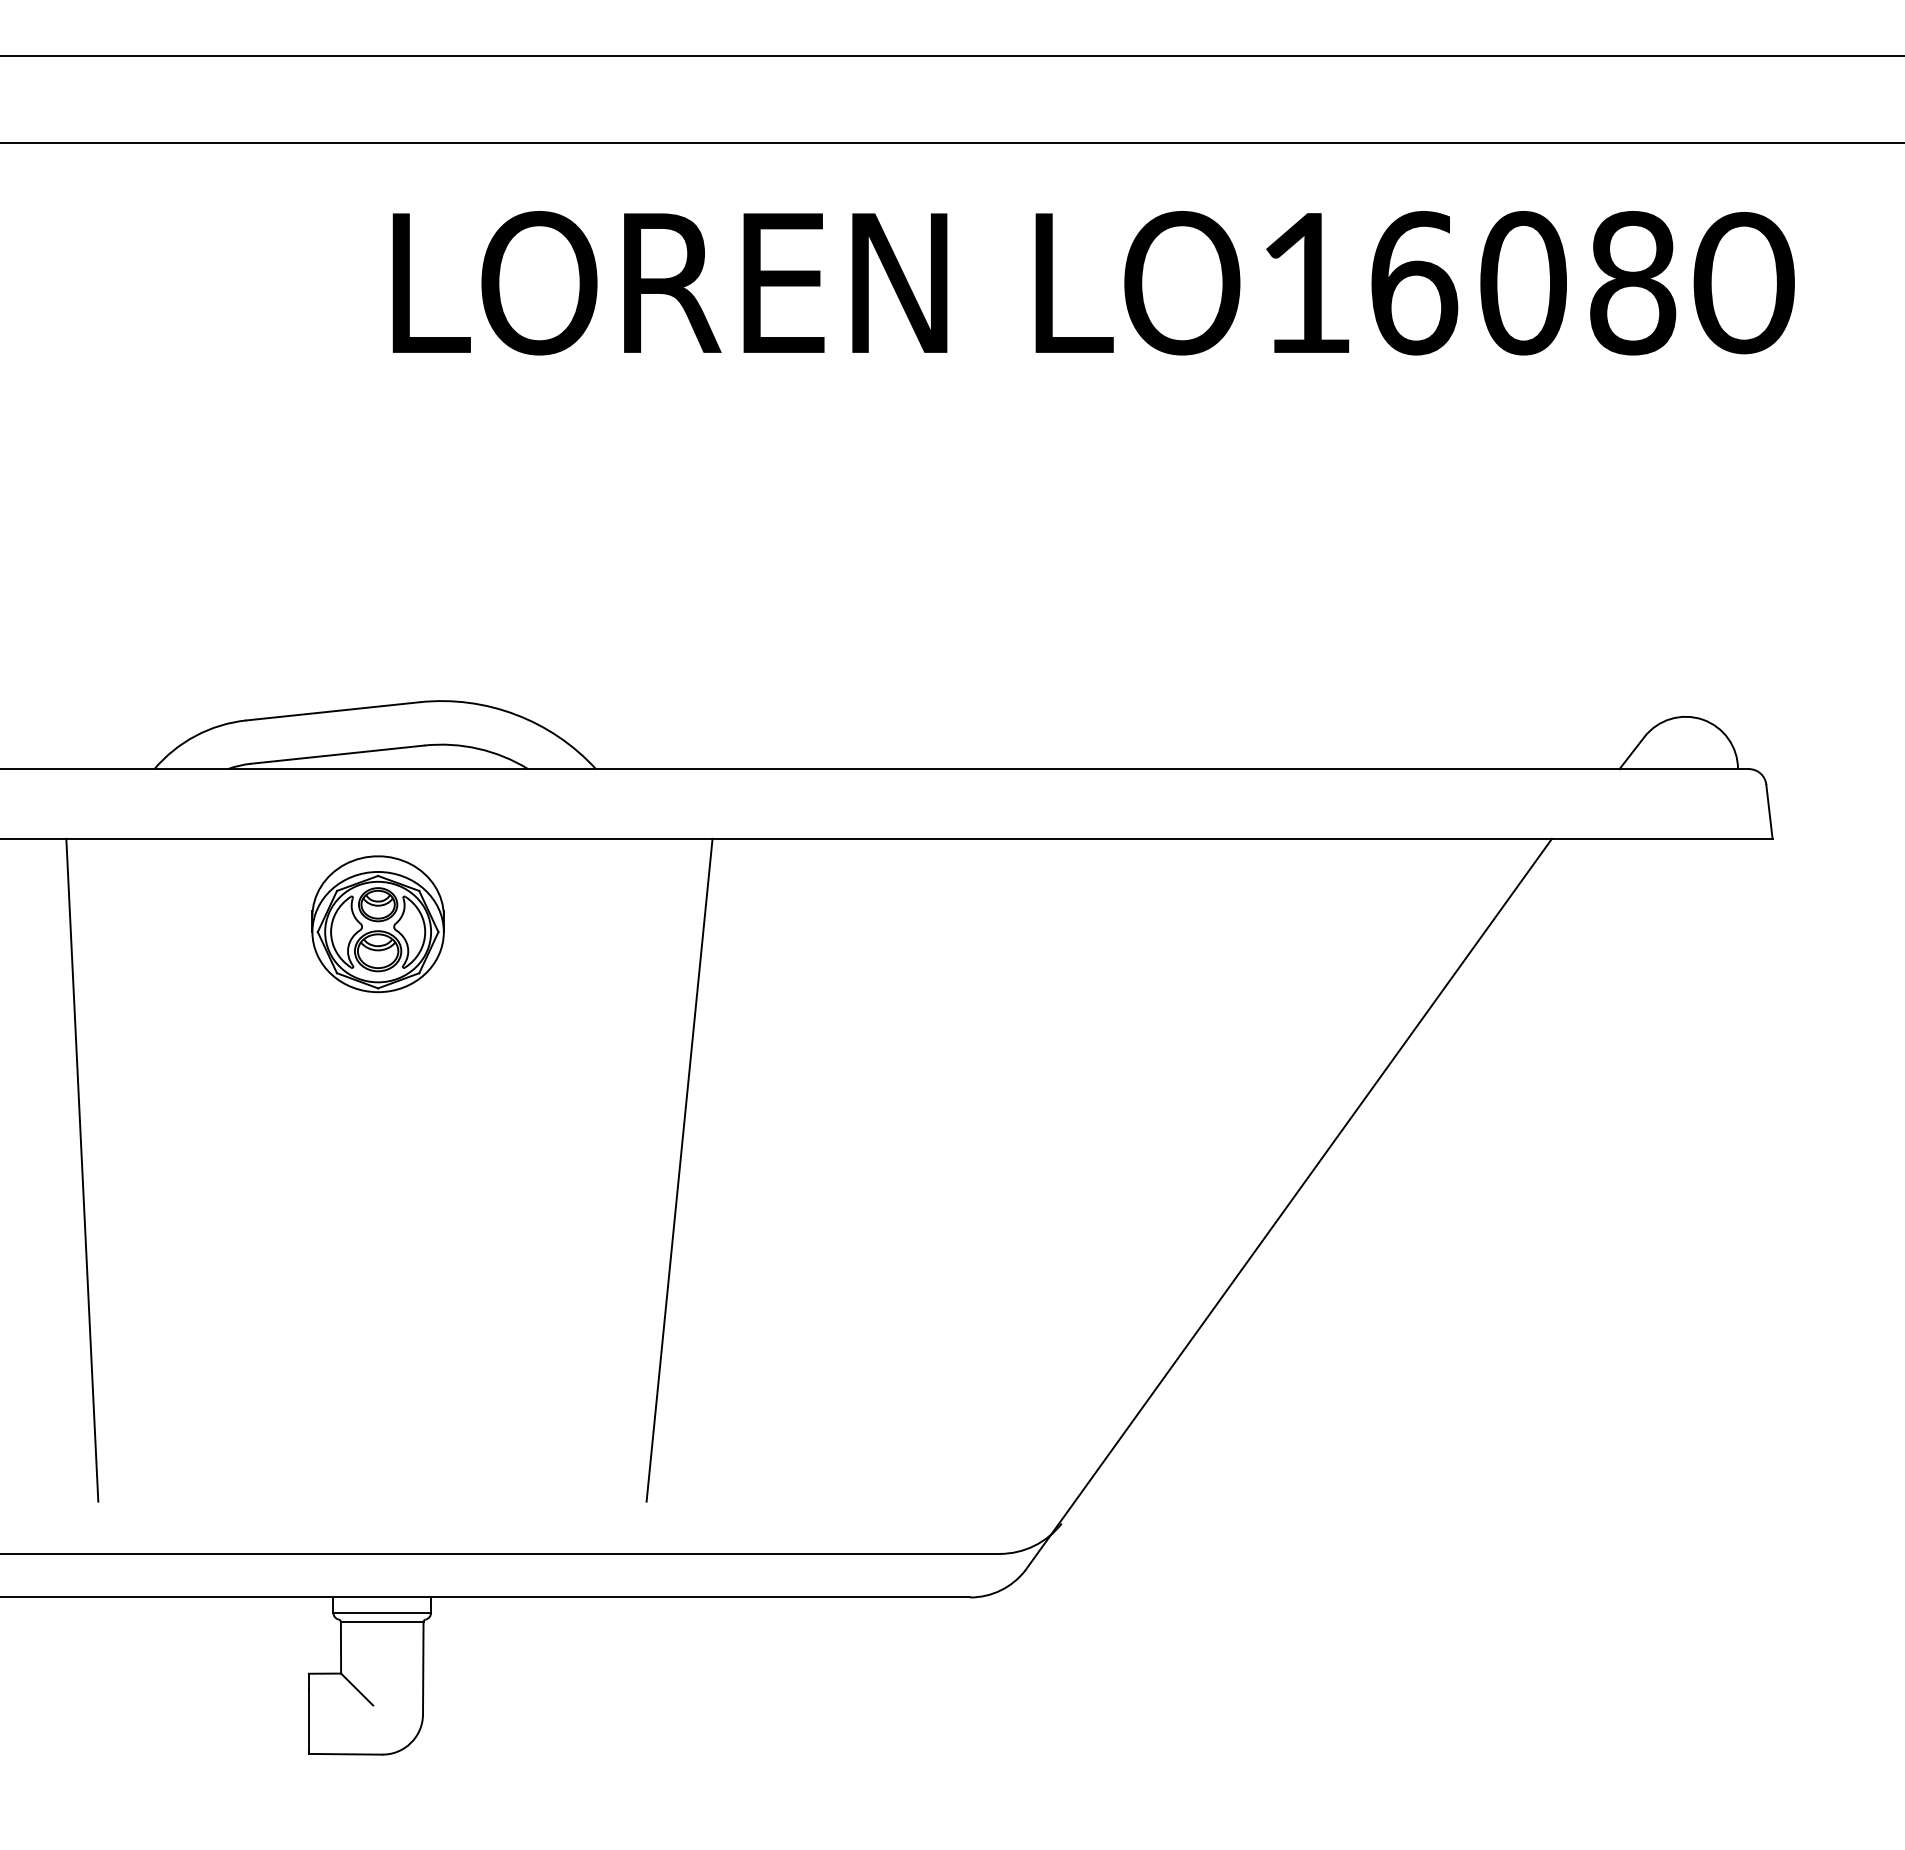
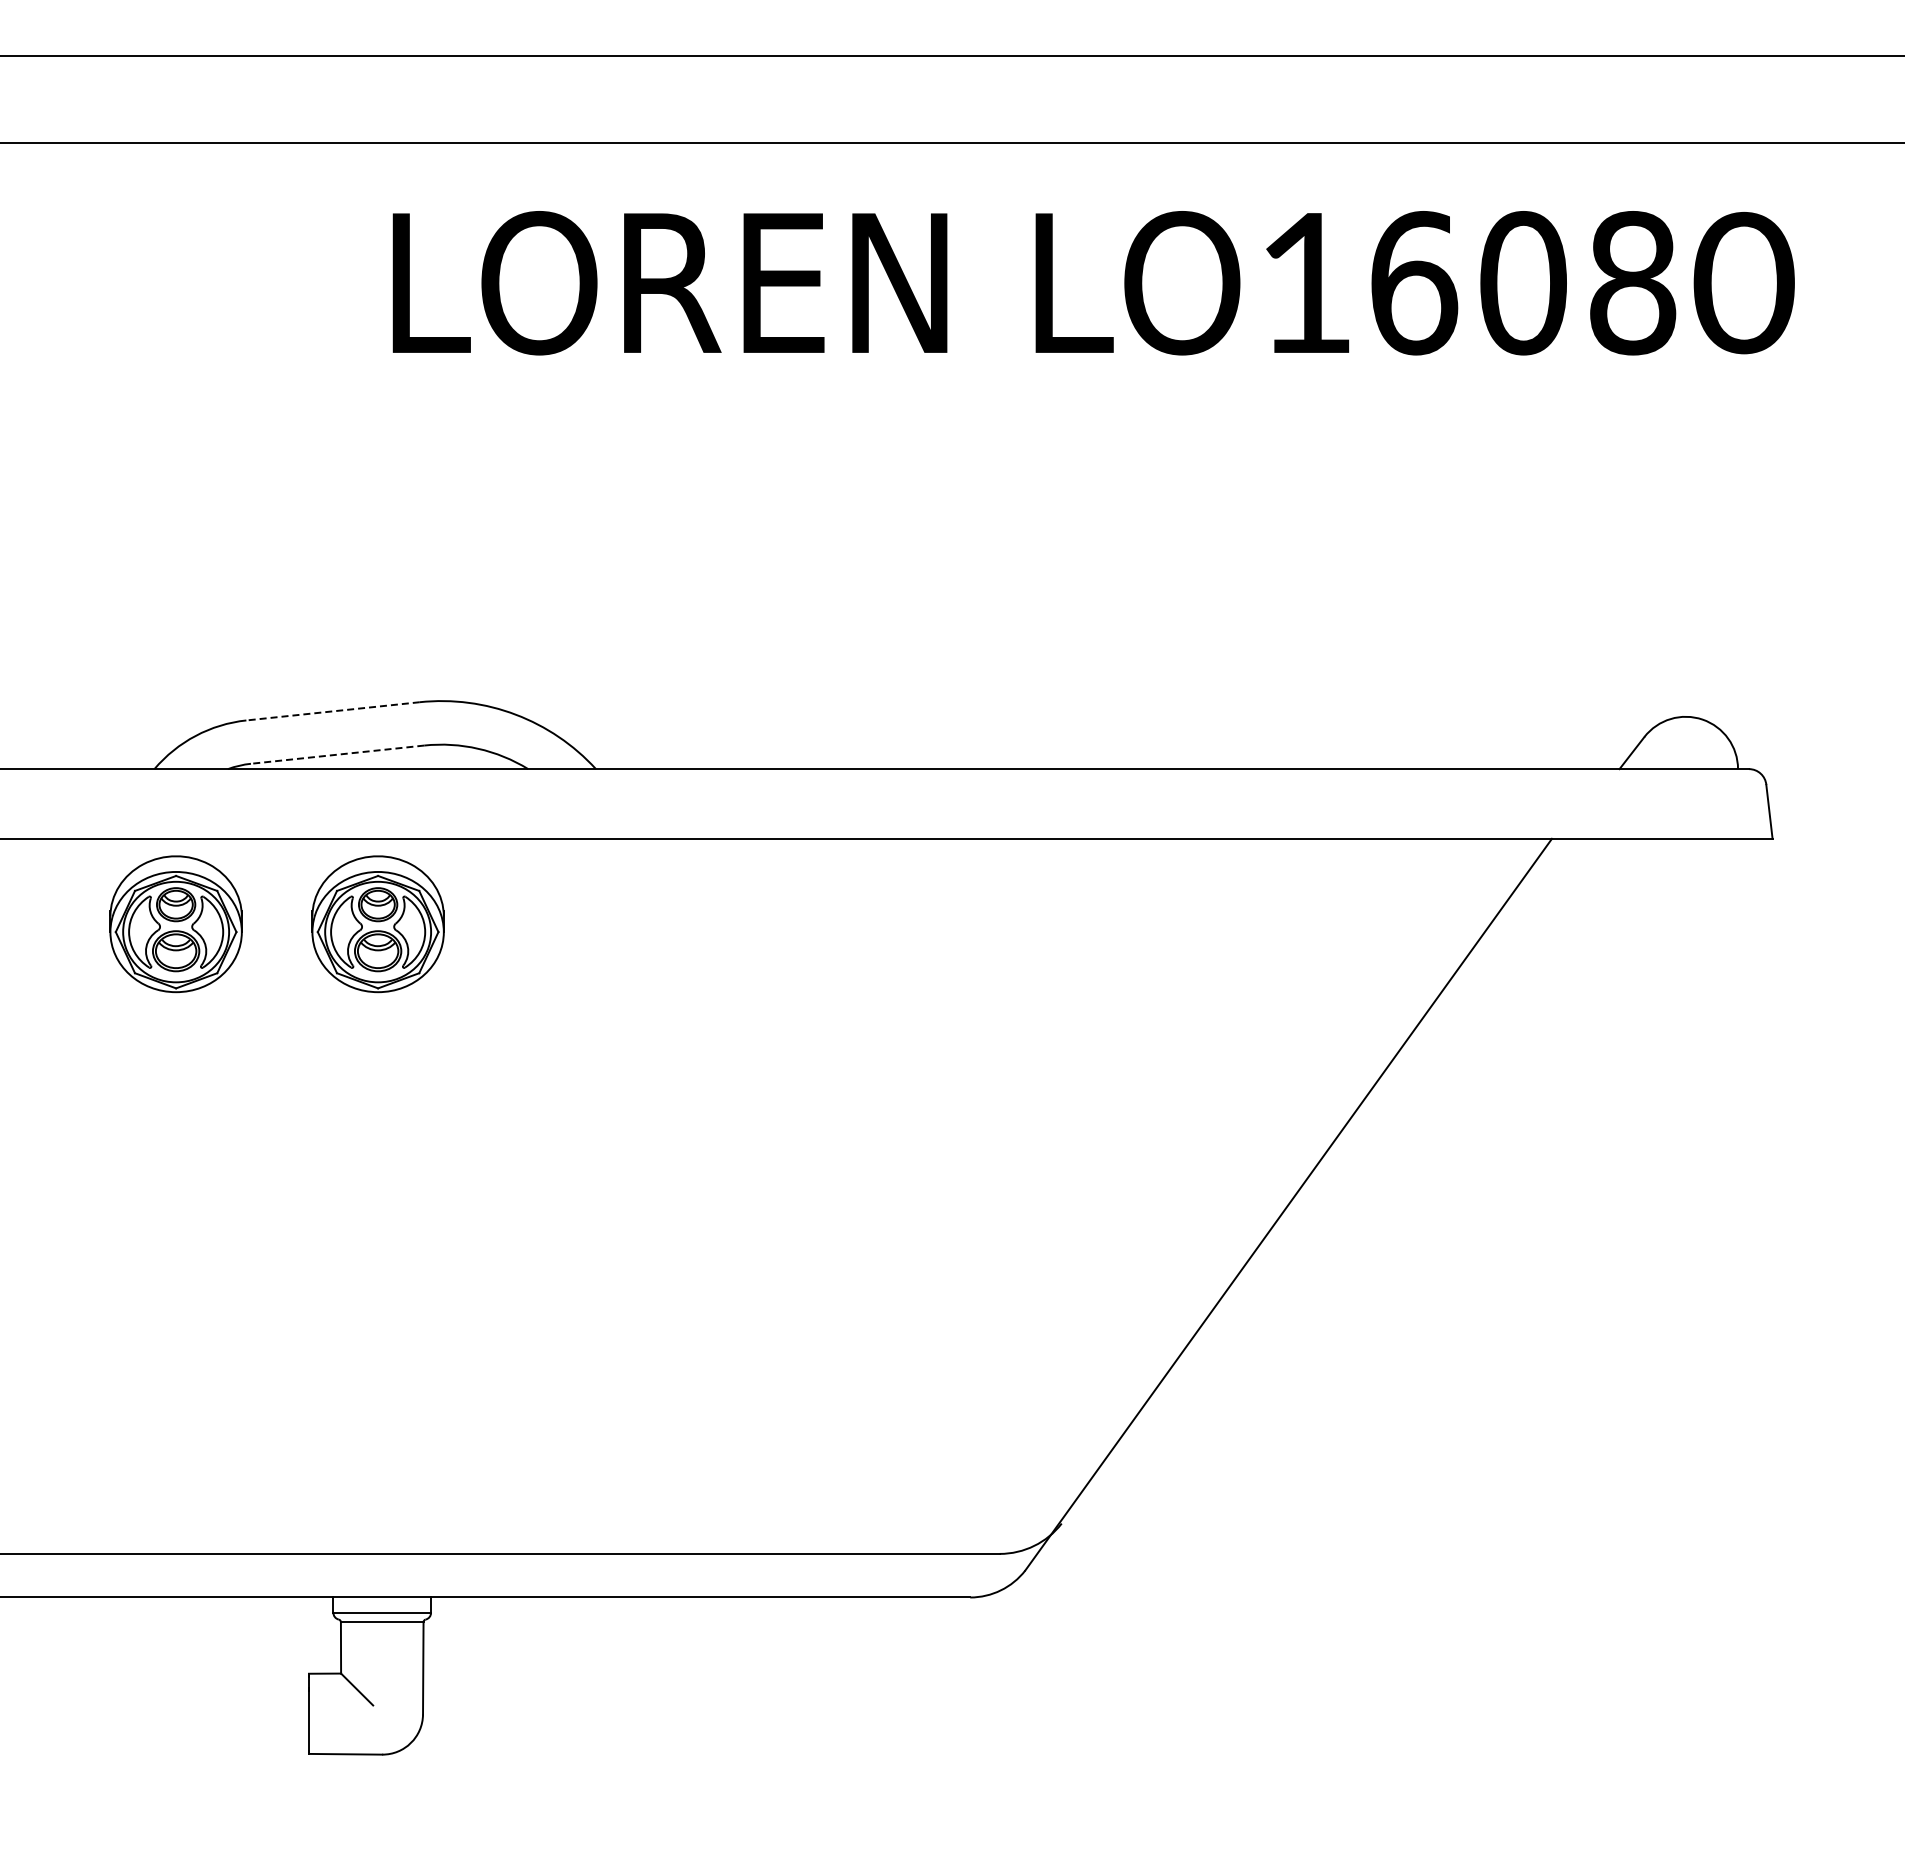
line at (332, 711): solid -> dashed
line at (337, 754): solid -> dashed
part at (175, 924): none -> present
line at (82, 1169): present -> none
line at (679, 1169): present -> none
